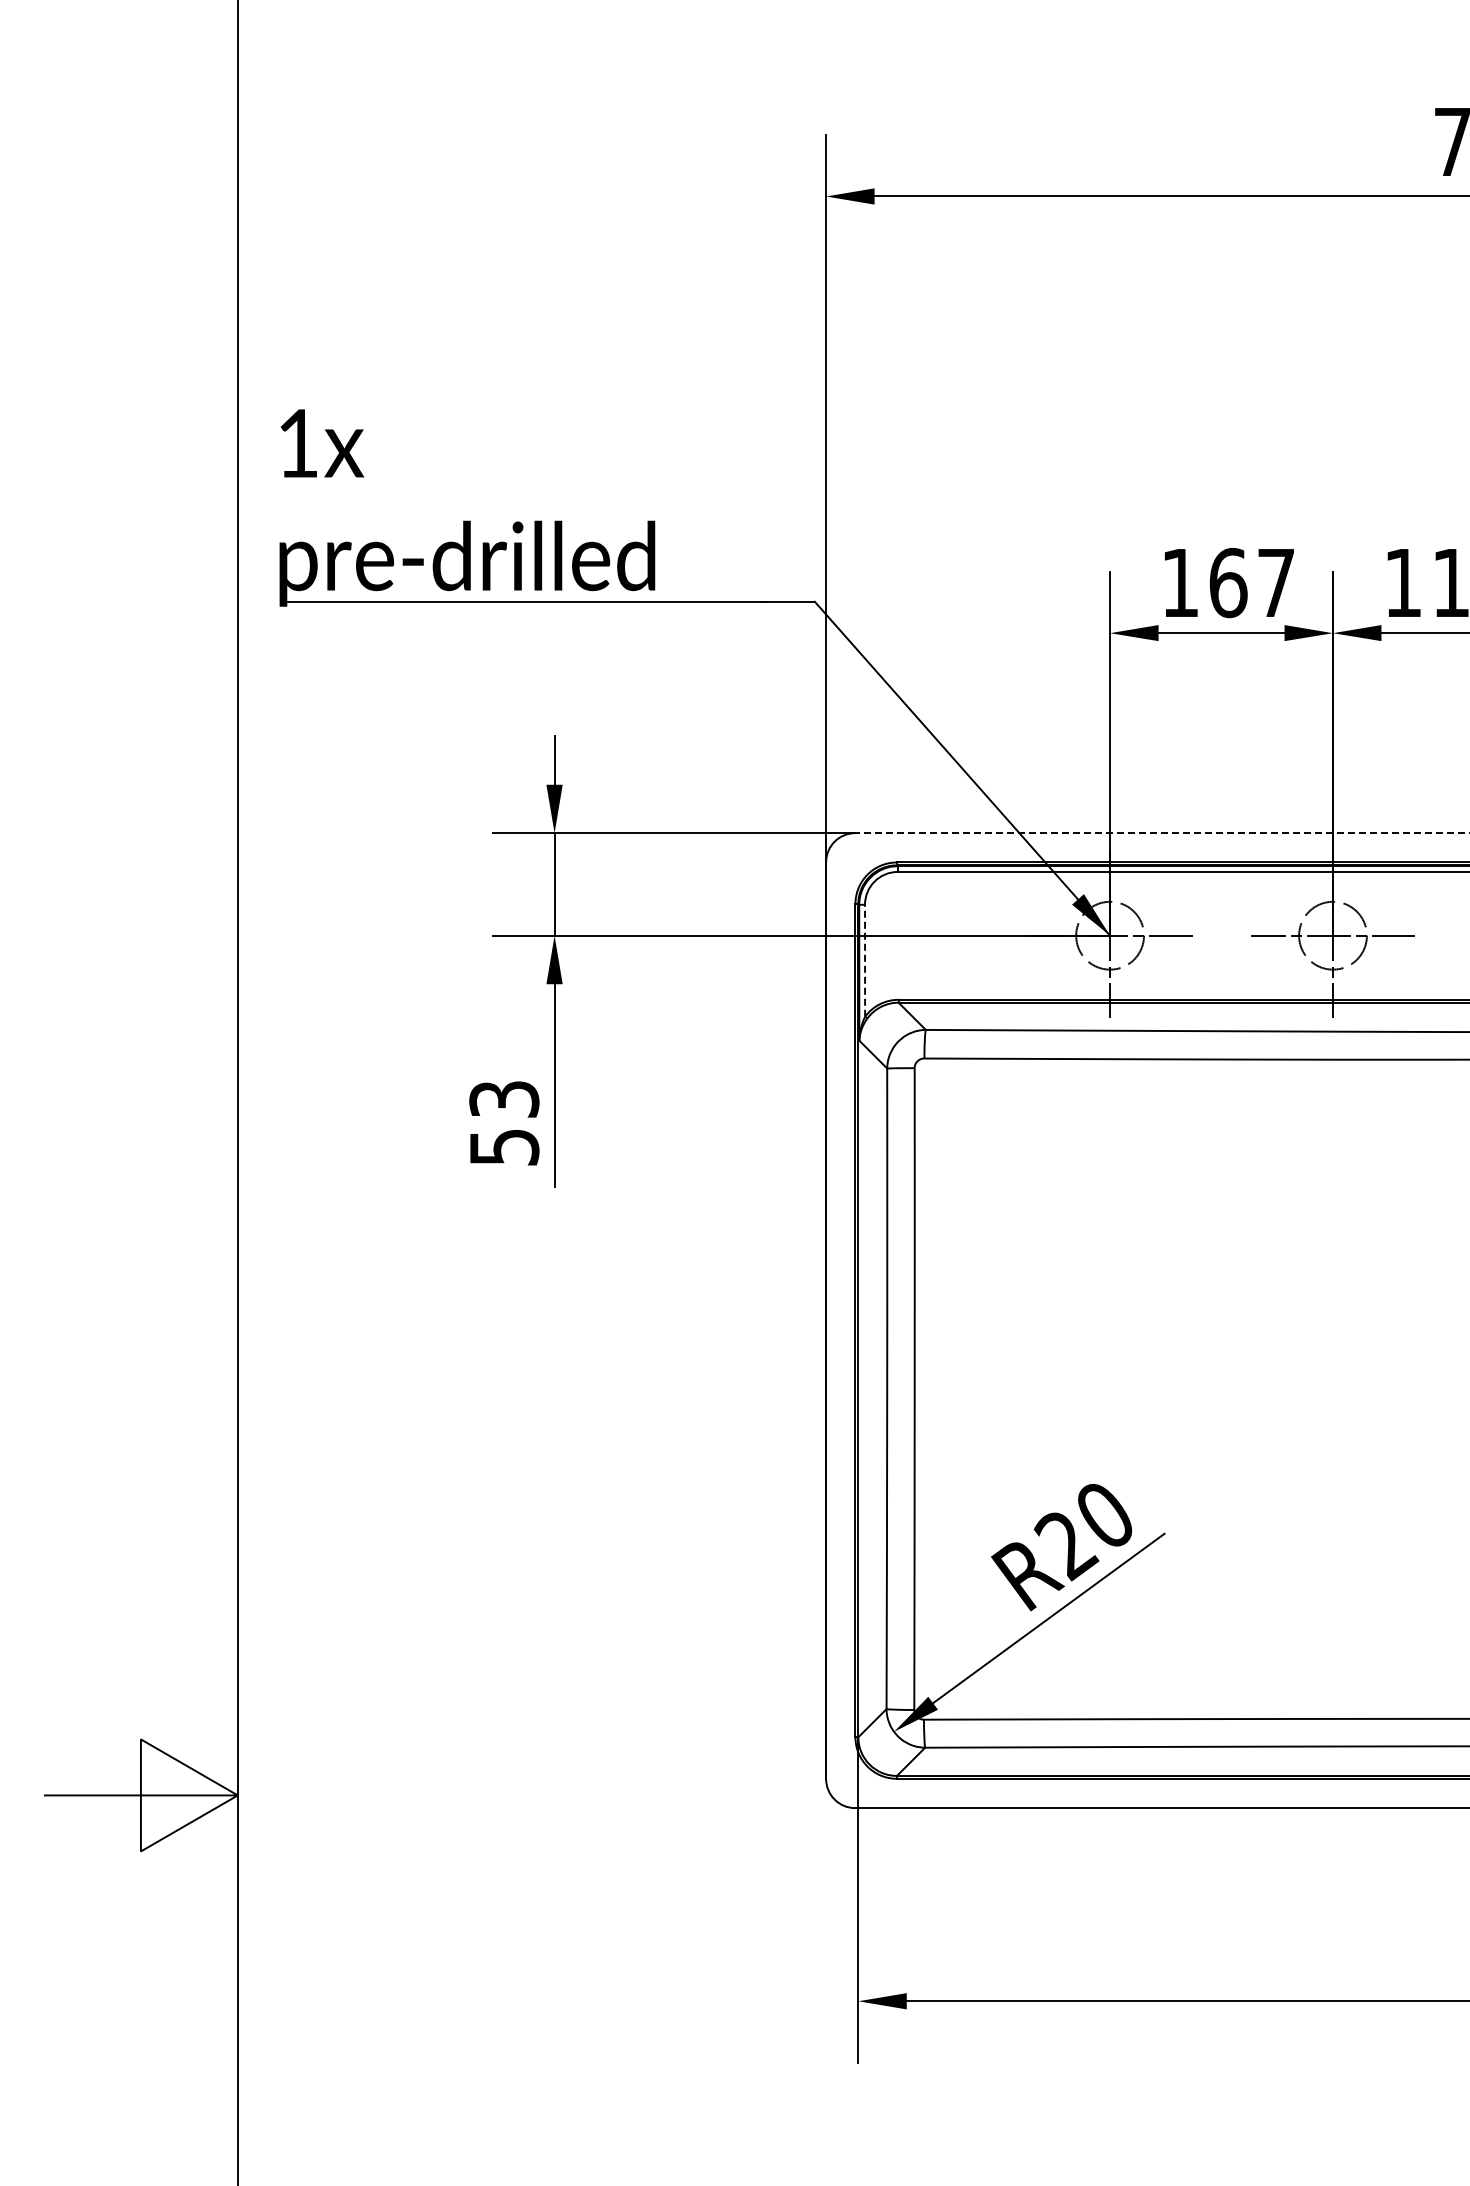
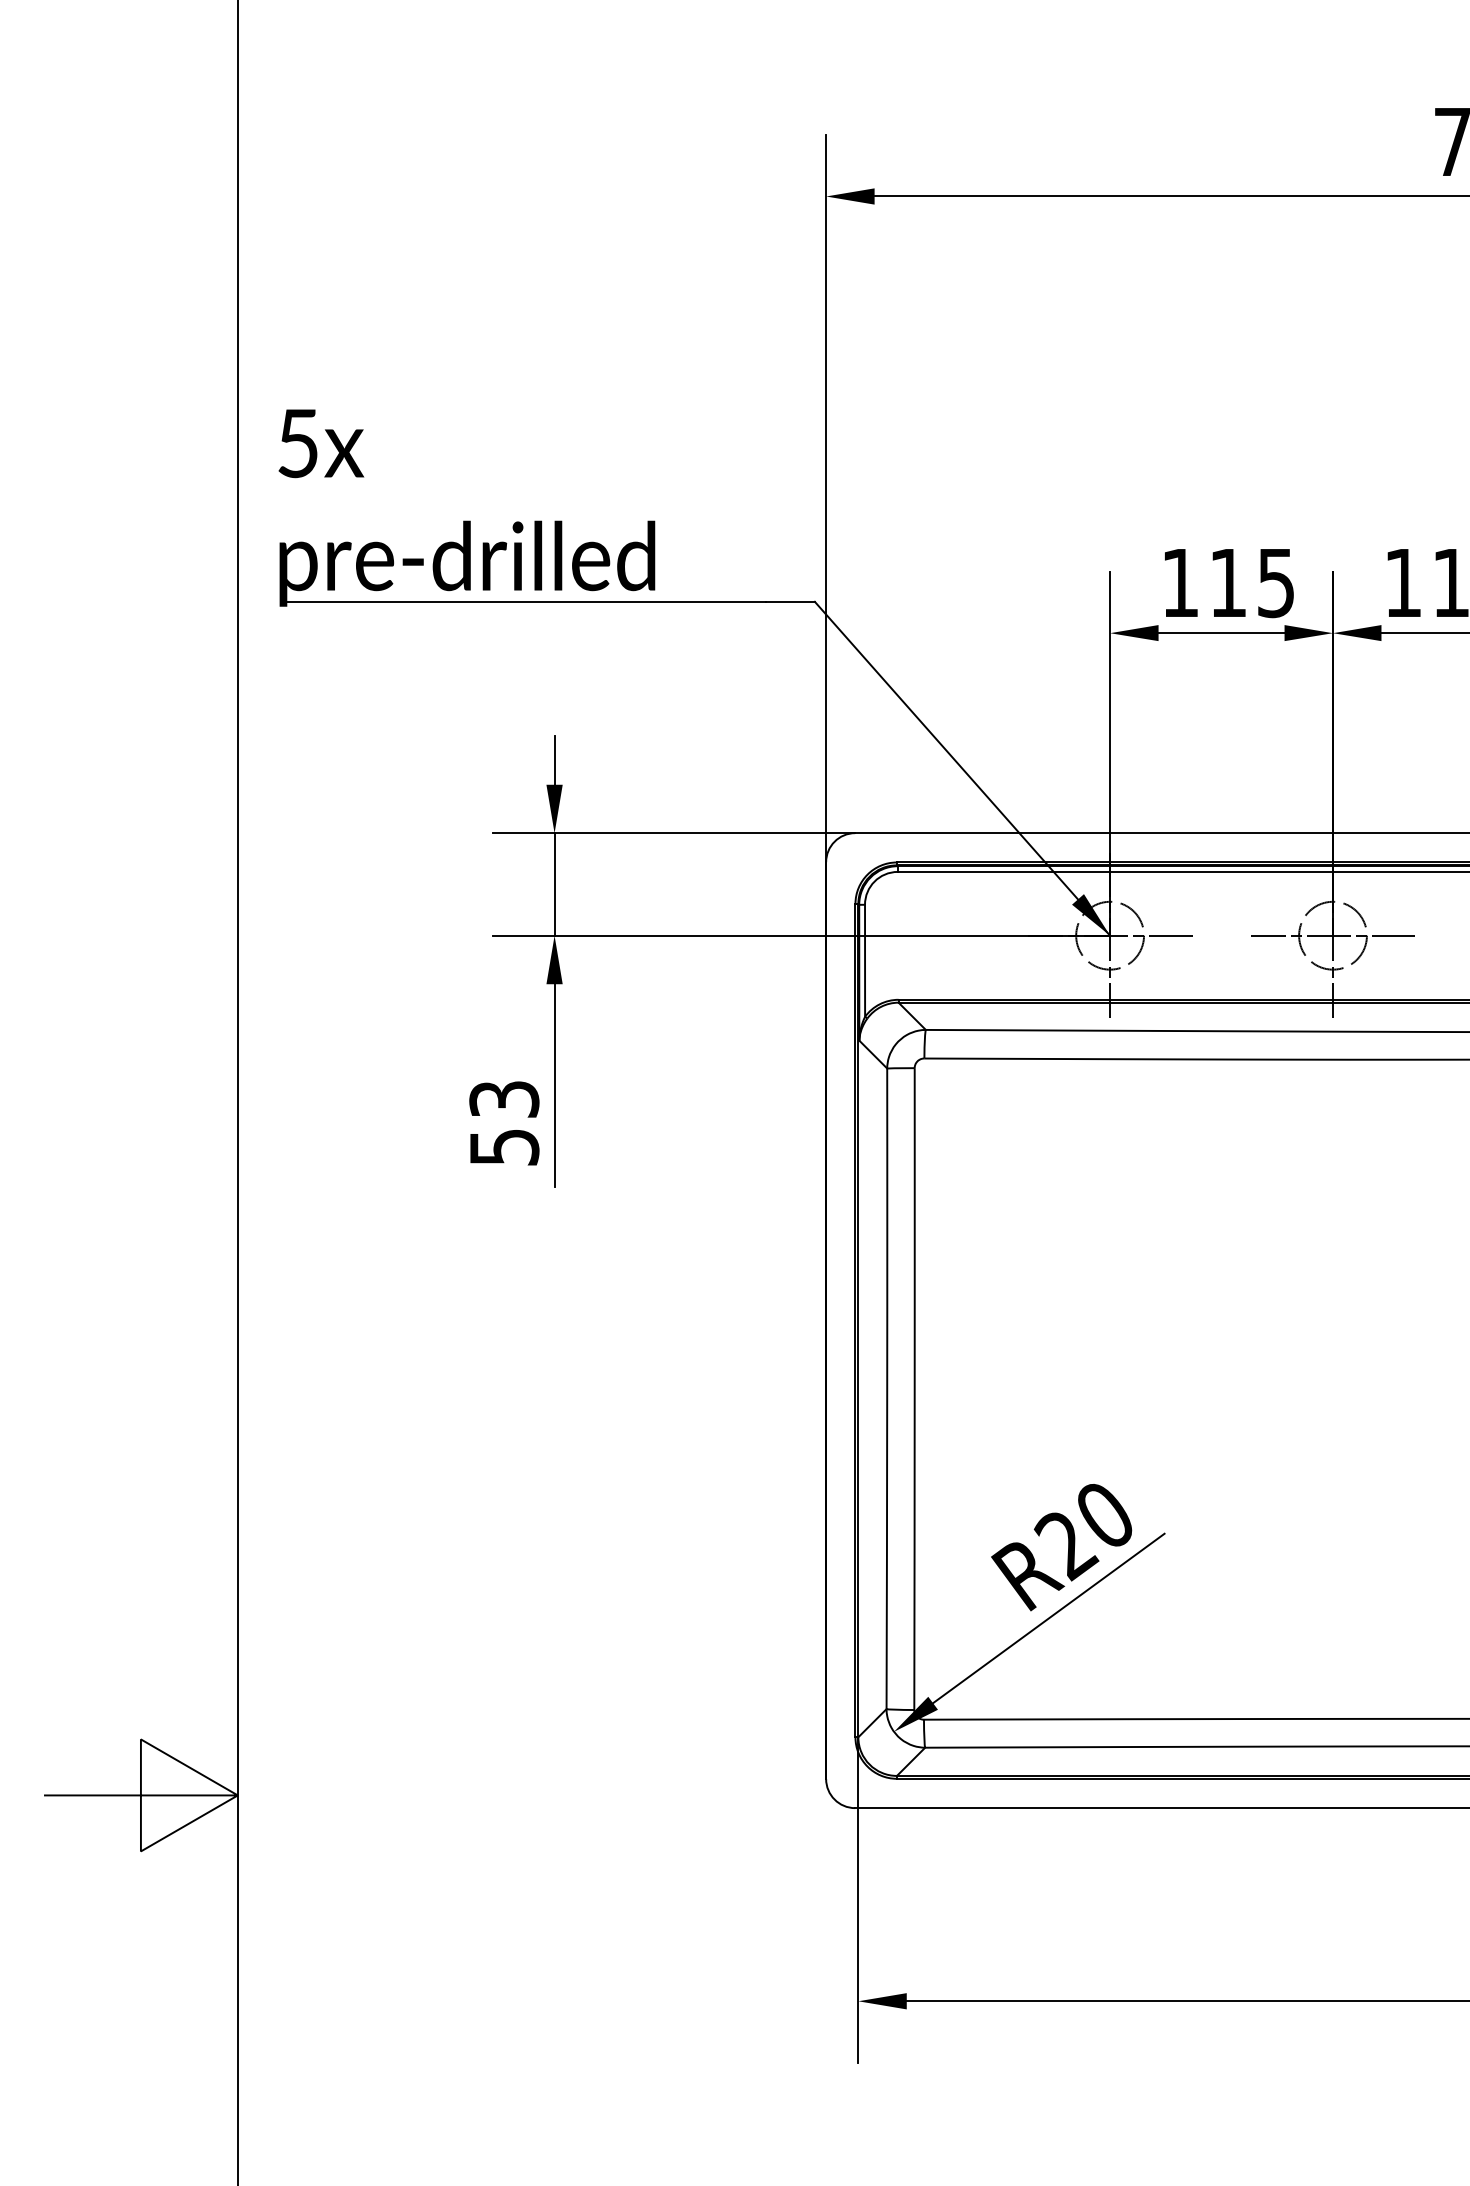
text at (297, 443): 1x -> 5x
text at (1251, 582): 167 -> 115
line at (1162, 833): dashed -> solid
line at (865, 960): dashed -> solid
